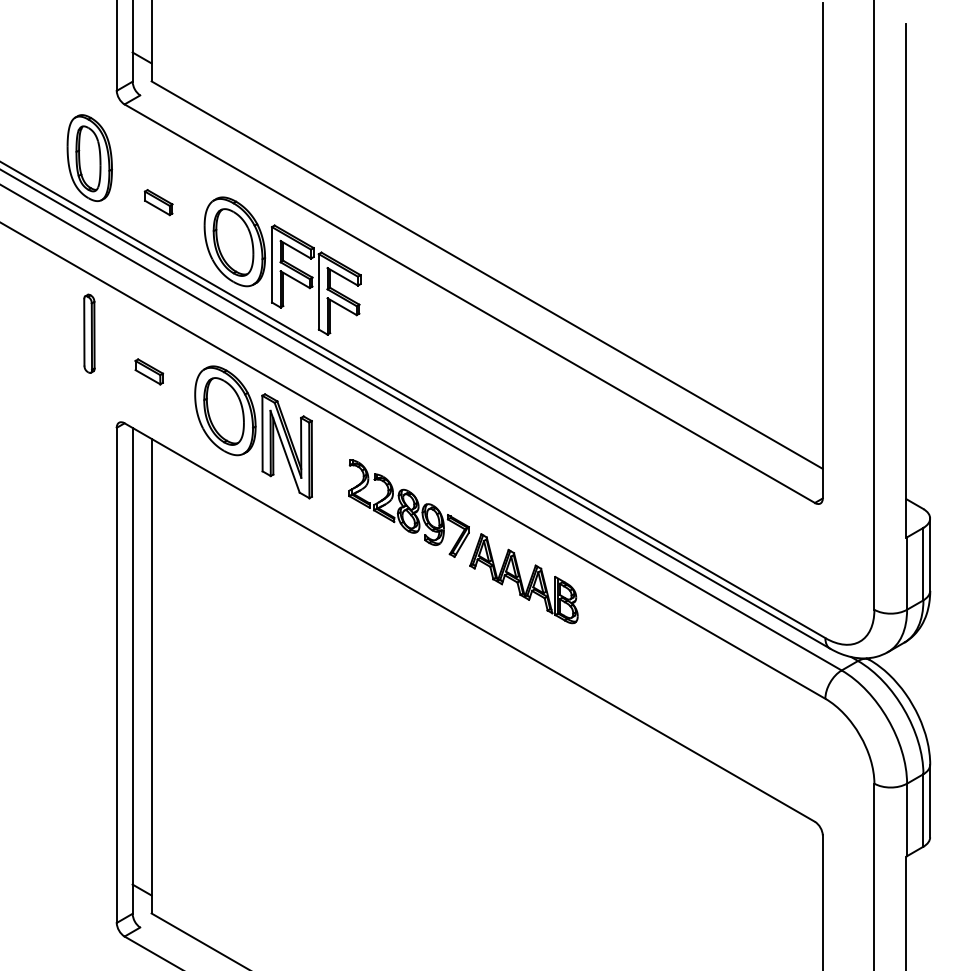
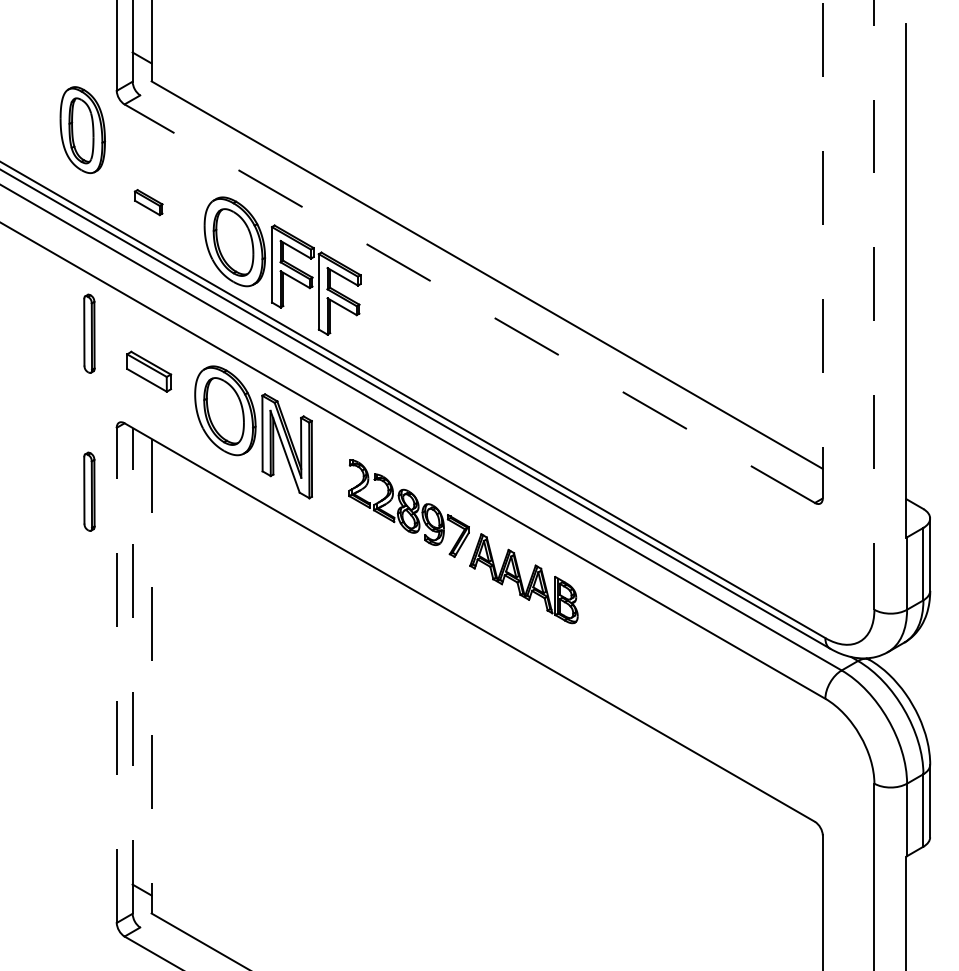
part at (89, 157) position: (89, 157) -> (82, 129)
part at (158, 202) position: (158, 202) -> (148, 202)
line at (822, 250): solid -> dashed
line at (469, 303): solid -> dashed
line at (874, 305): solid -> dashed
part at (149, 371) size: 31x28 px -> 47x43 px
part at (89, 491): none -> present
line at (132, 670): solid -> dashed
line at (116, 675): solid -> dashed
line at (151, 676): solid -> dashed
